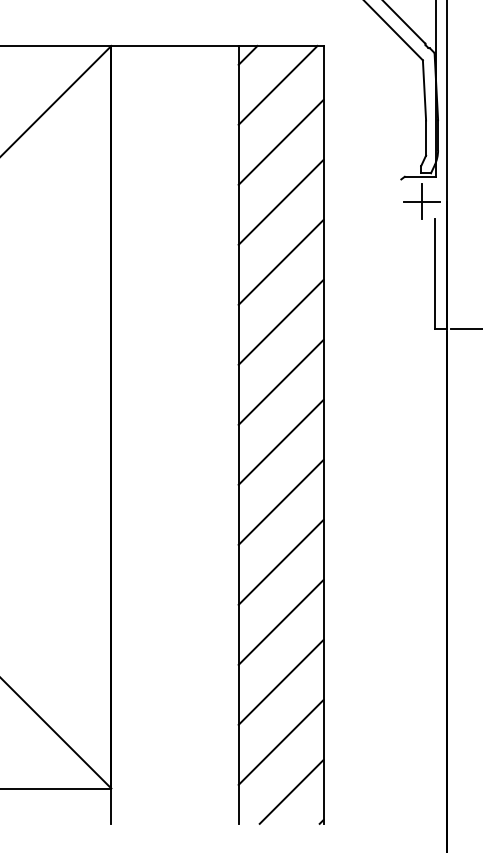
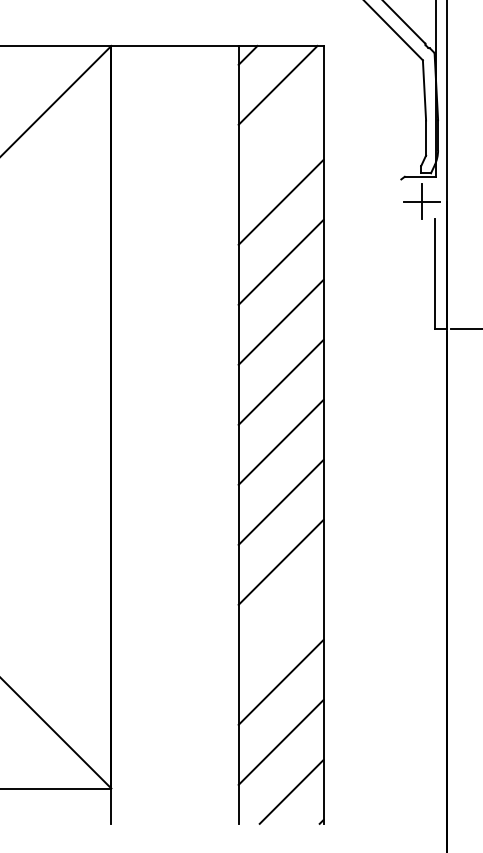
line at (280, 142): present -> none
line at (280, 622): present -> none
